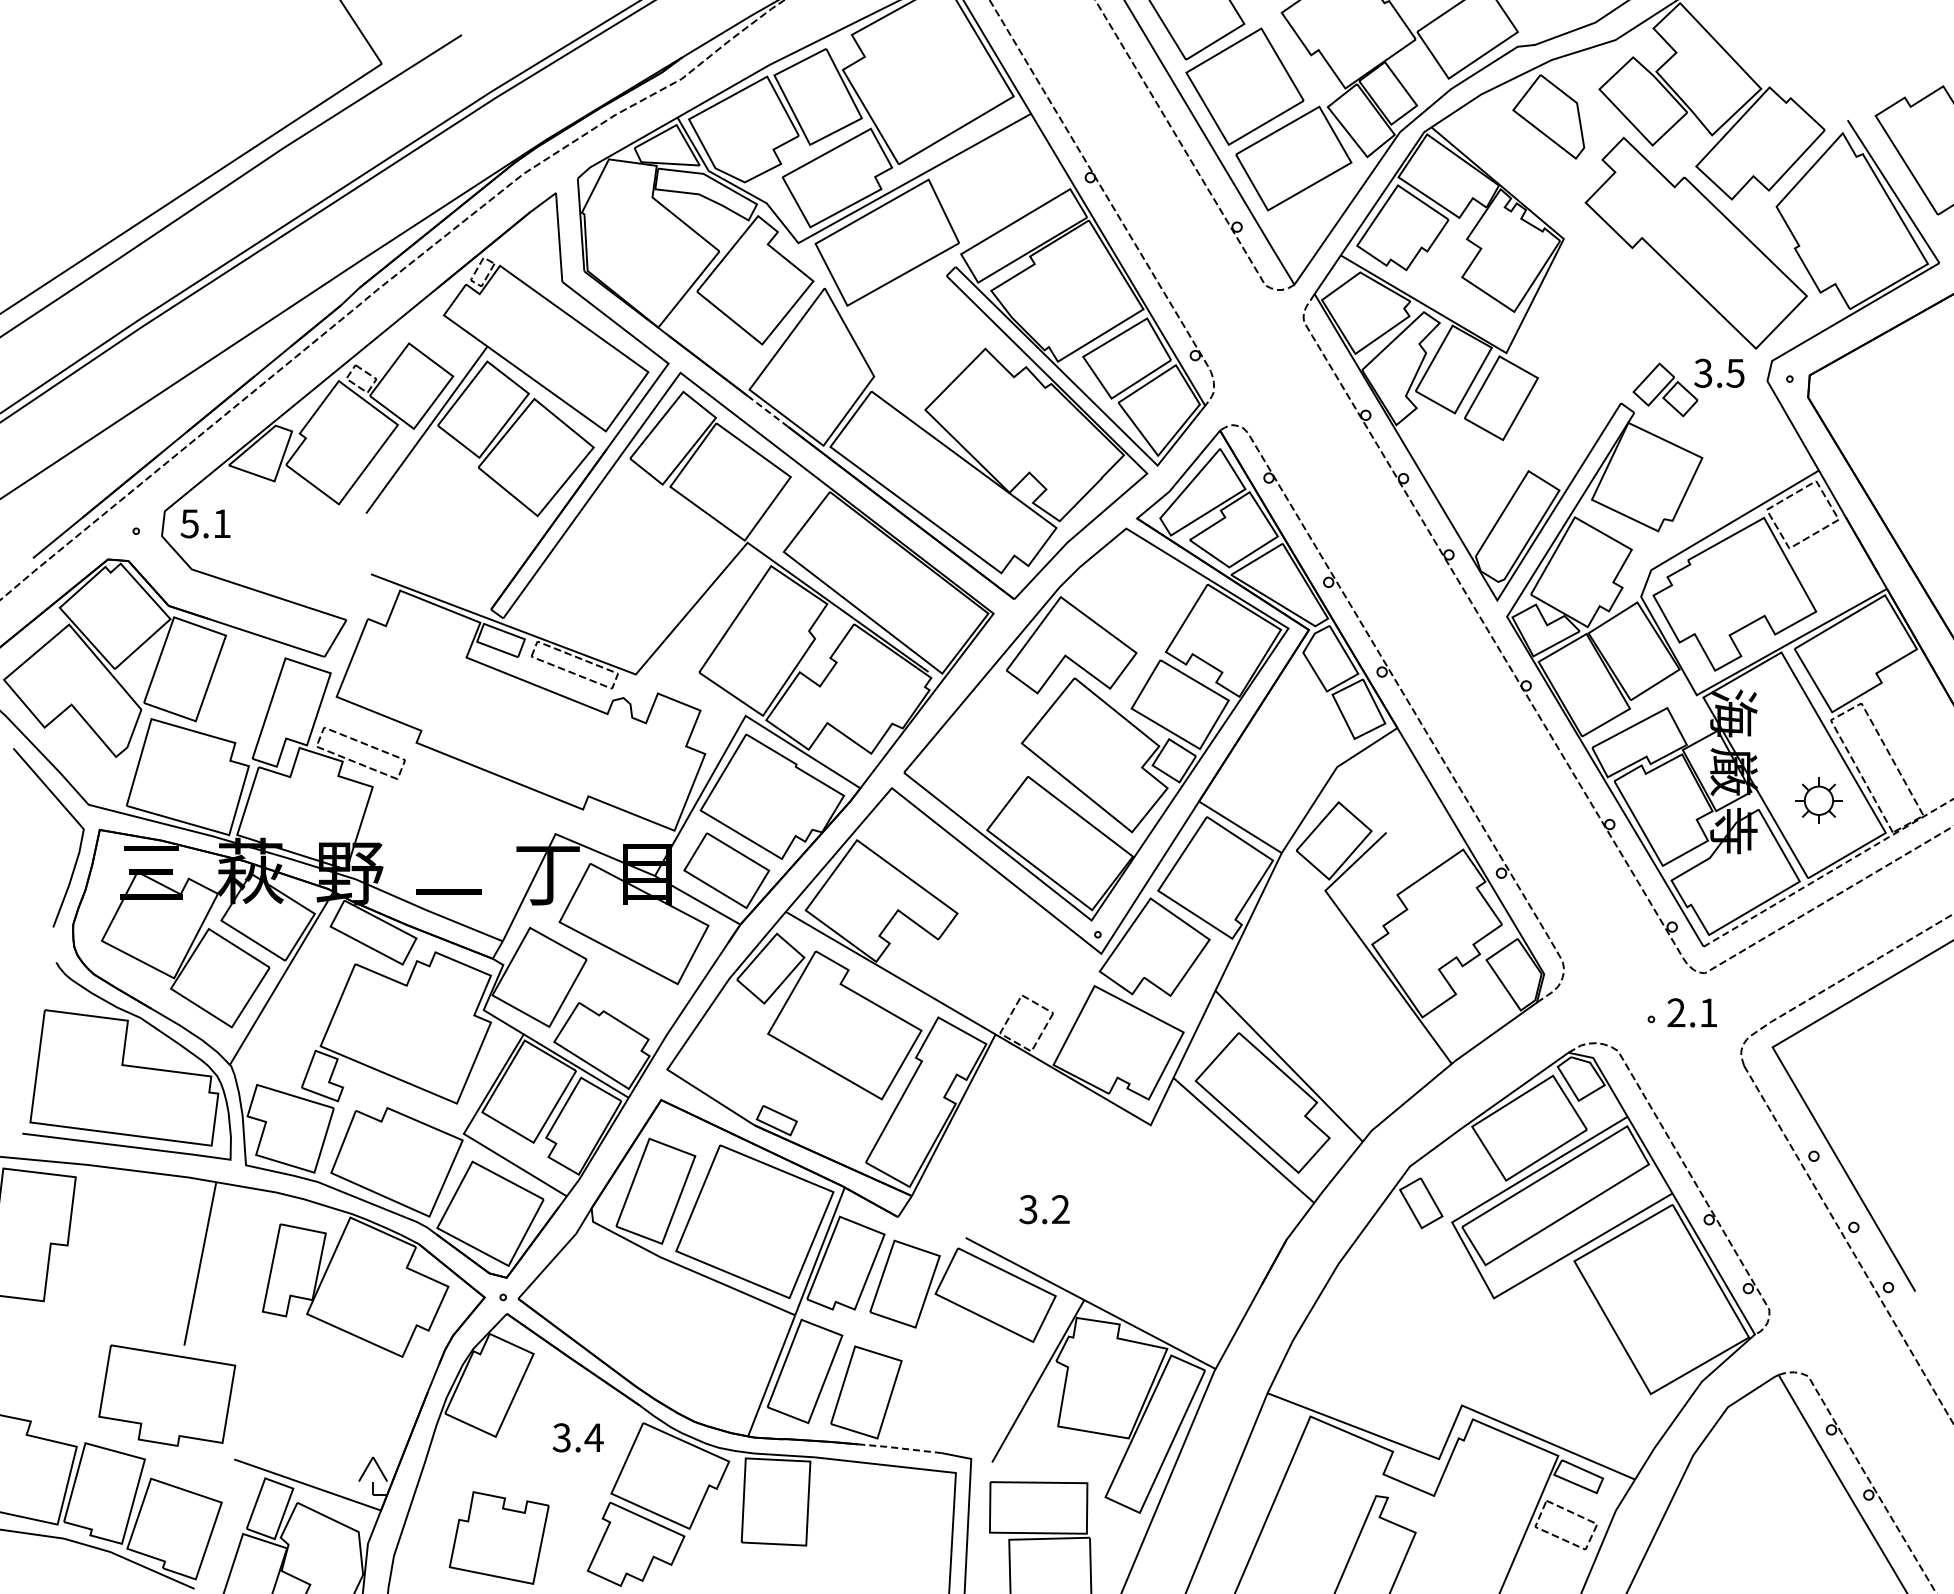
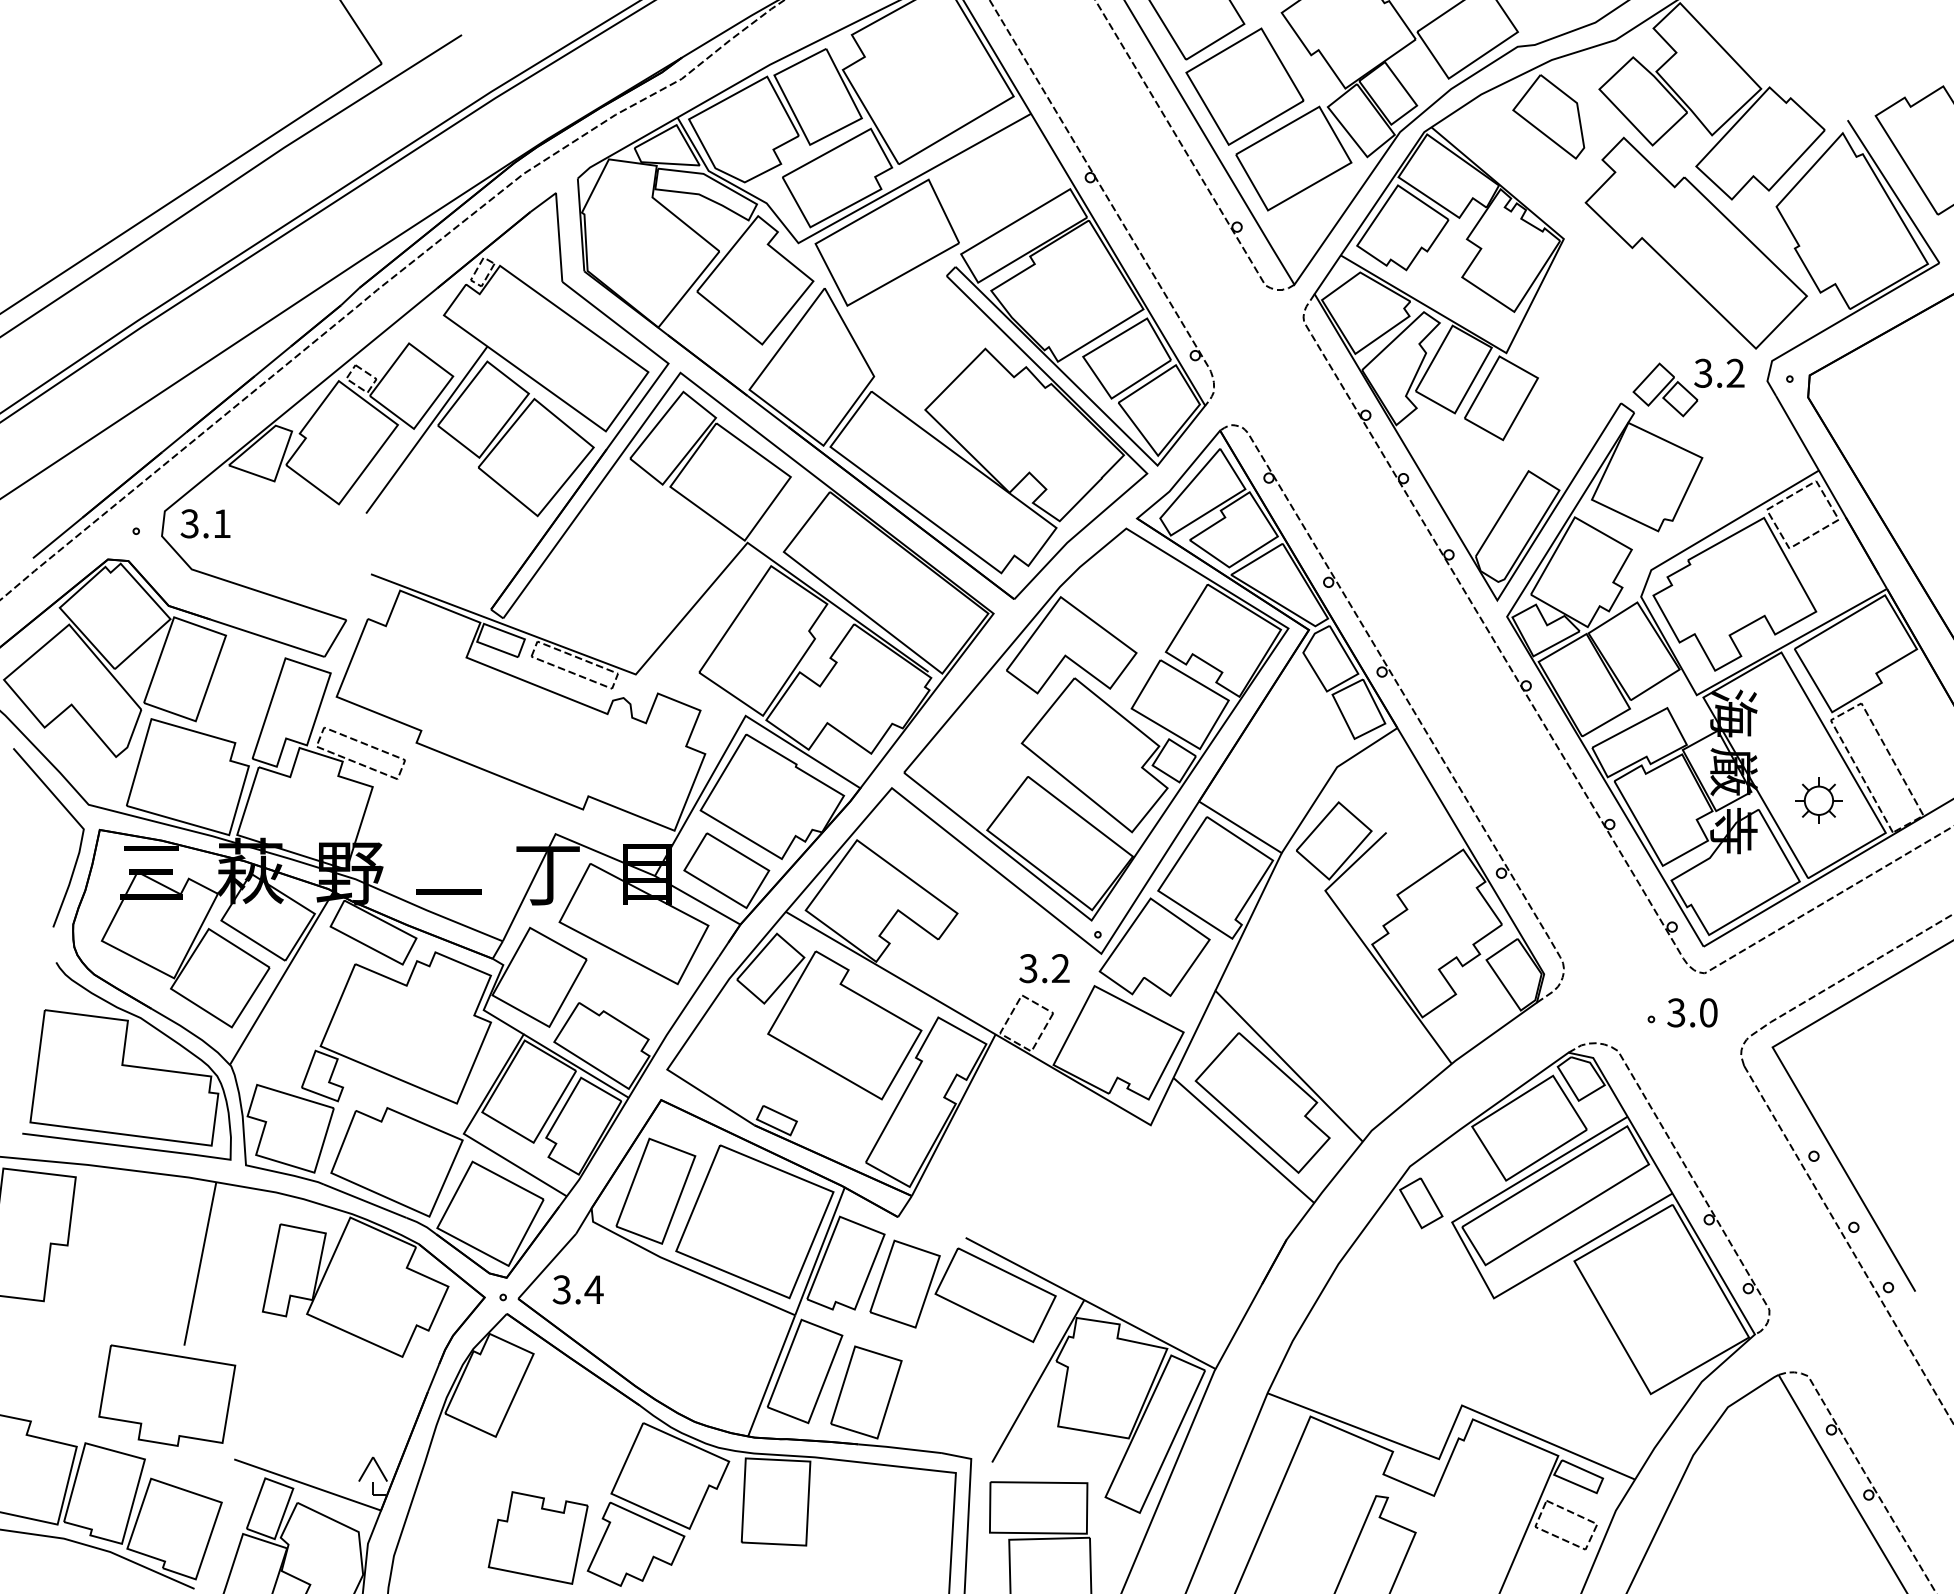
text at (1735, 372): 3.5 -> 3.2
line at (767, 411): dashed -> solid
text at (189, 523): 5.1 -> 3.1
line at (1829, 872): dashed -> solid
text at (1692, 1012): 2.1 -> 3.0
text at (1044, 1209) position: (1044, 1209) -> (1044, 968)
text at (577, 1437) position: (577, 1437) -> (577, 1289)
line at (899, 1448): dashed -> solid
part at (498, 1537) position: (498, 1537) -> (537, 1537)
